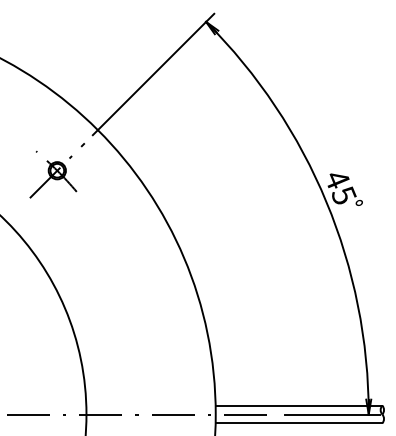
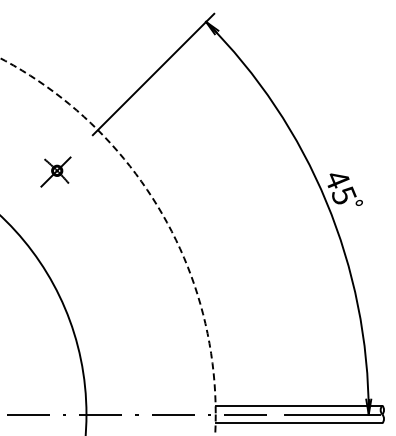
part at (56, 170) size: 56x56 px -> 32x32 px
circle at (107, 246): solid -> dashed
